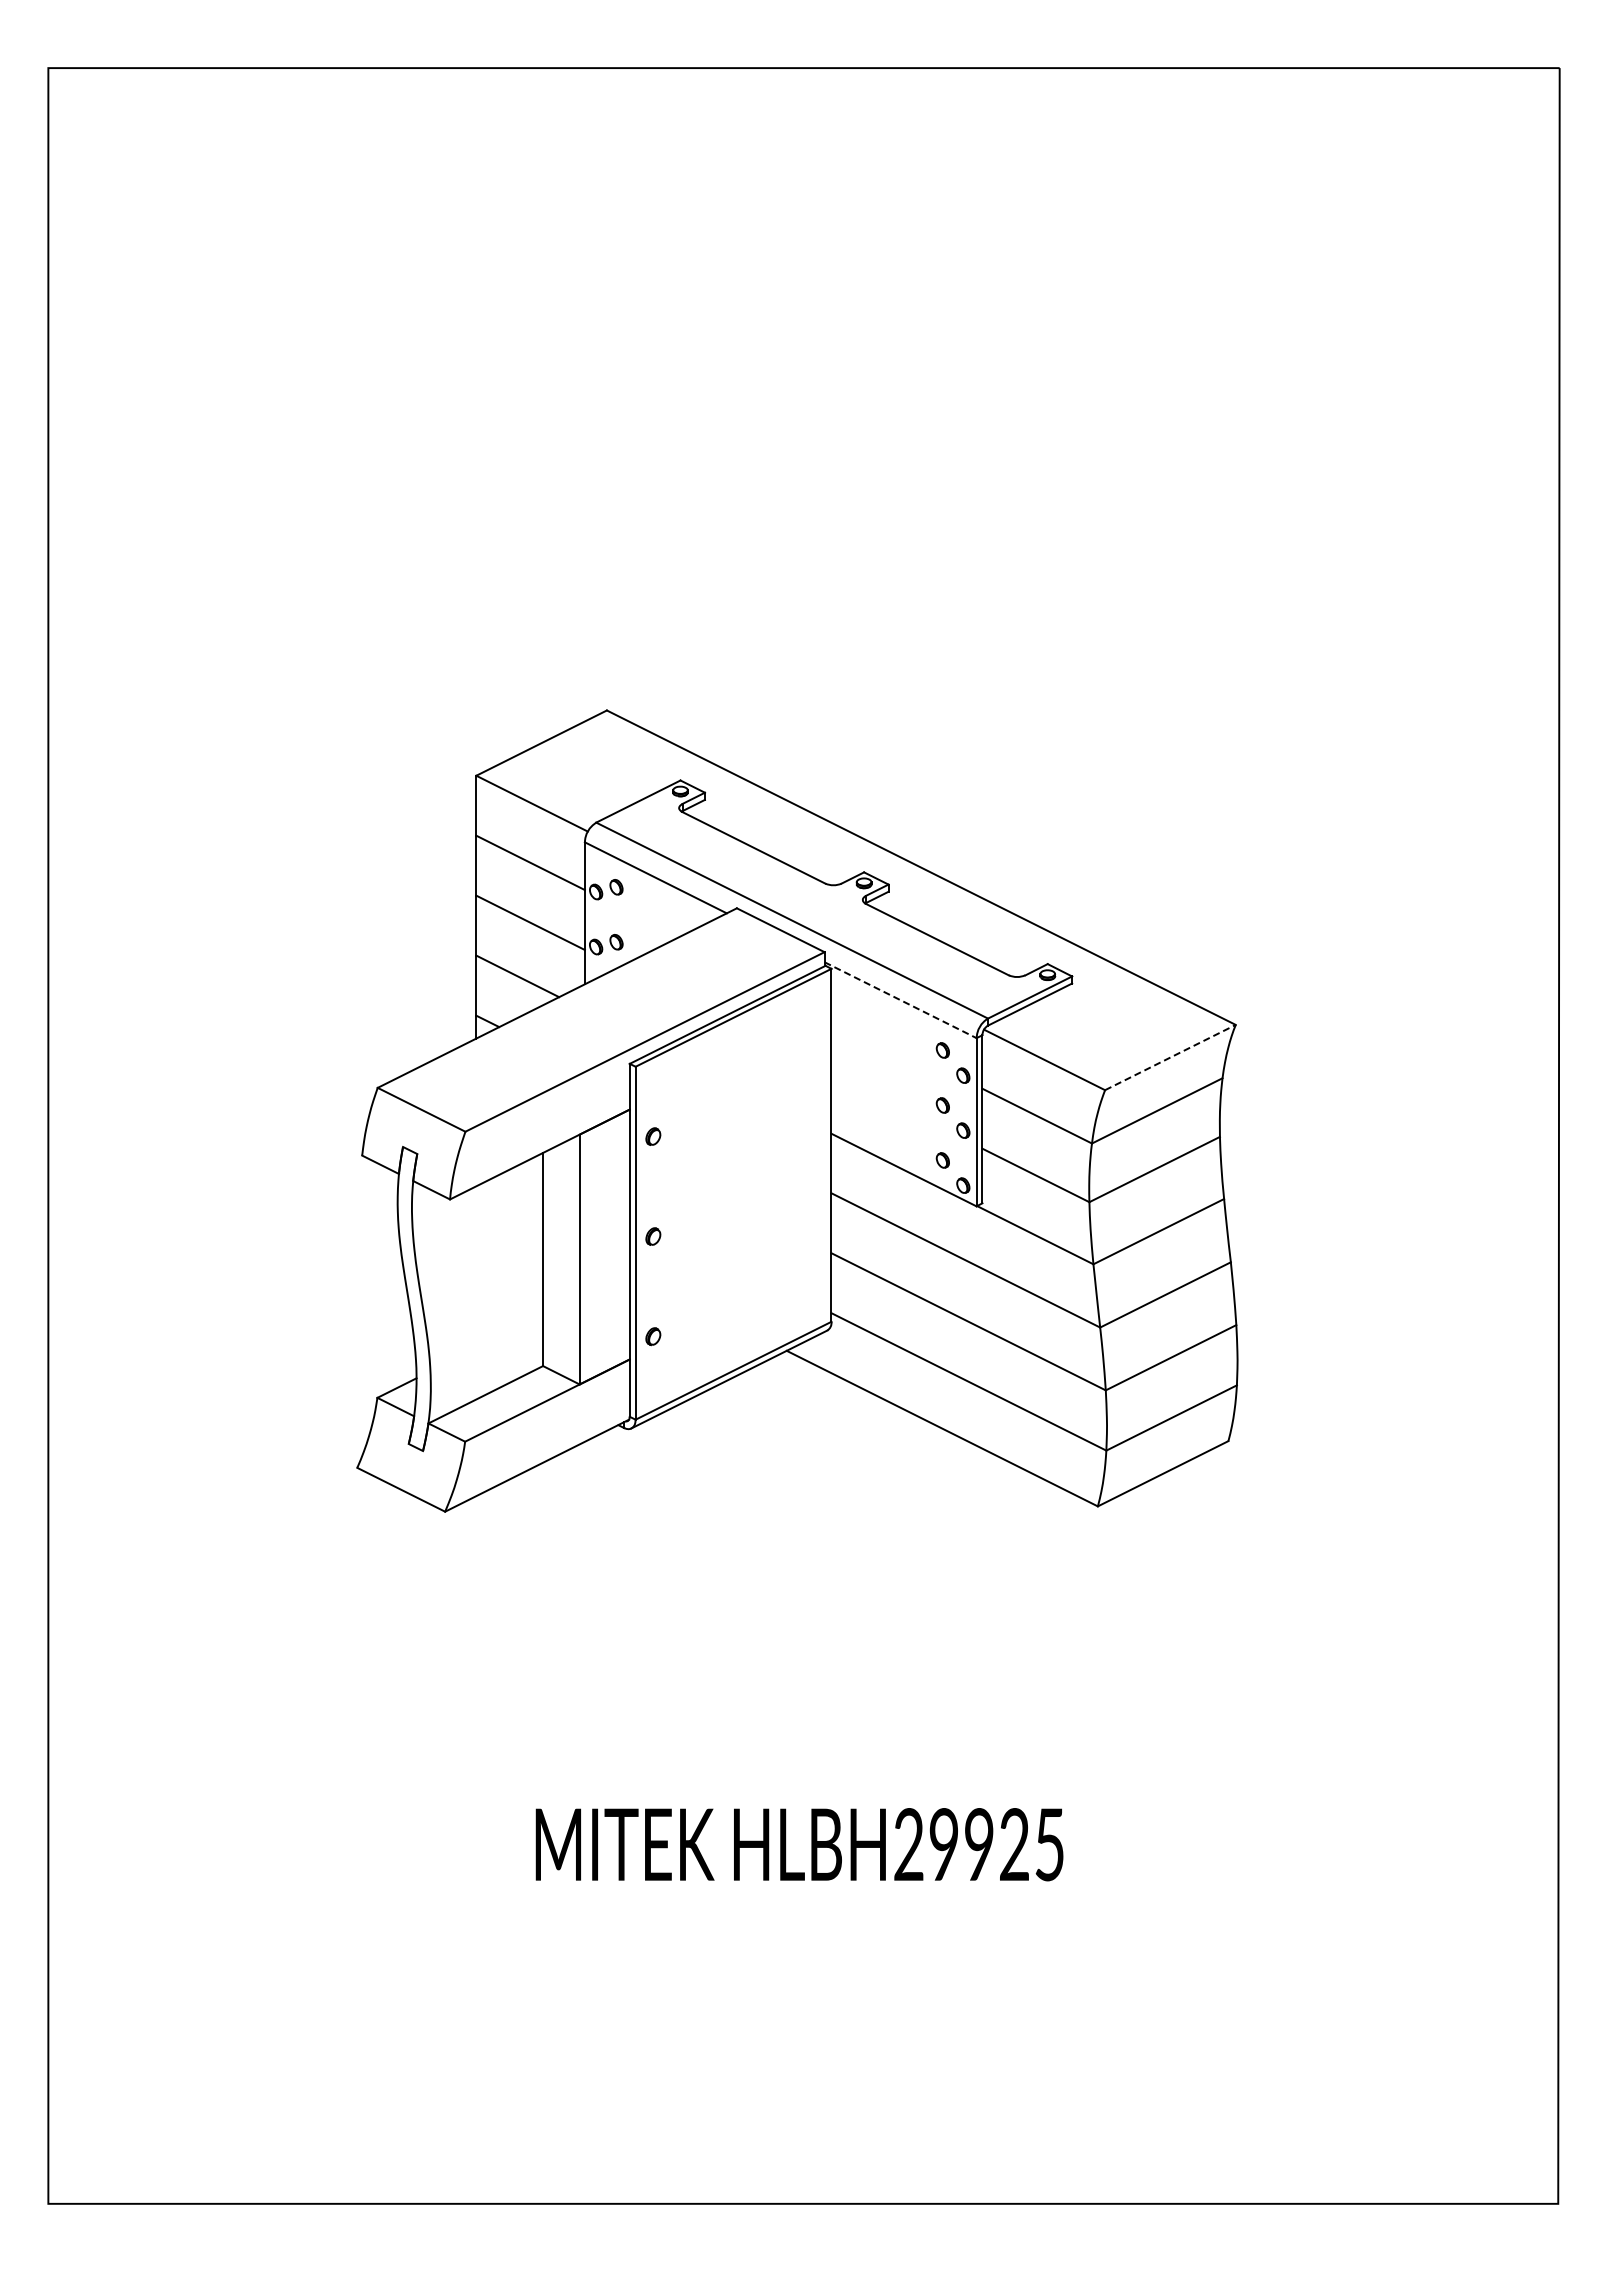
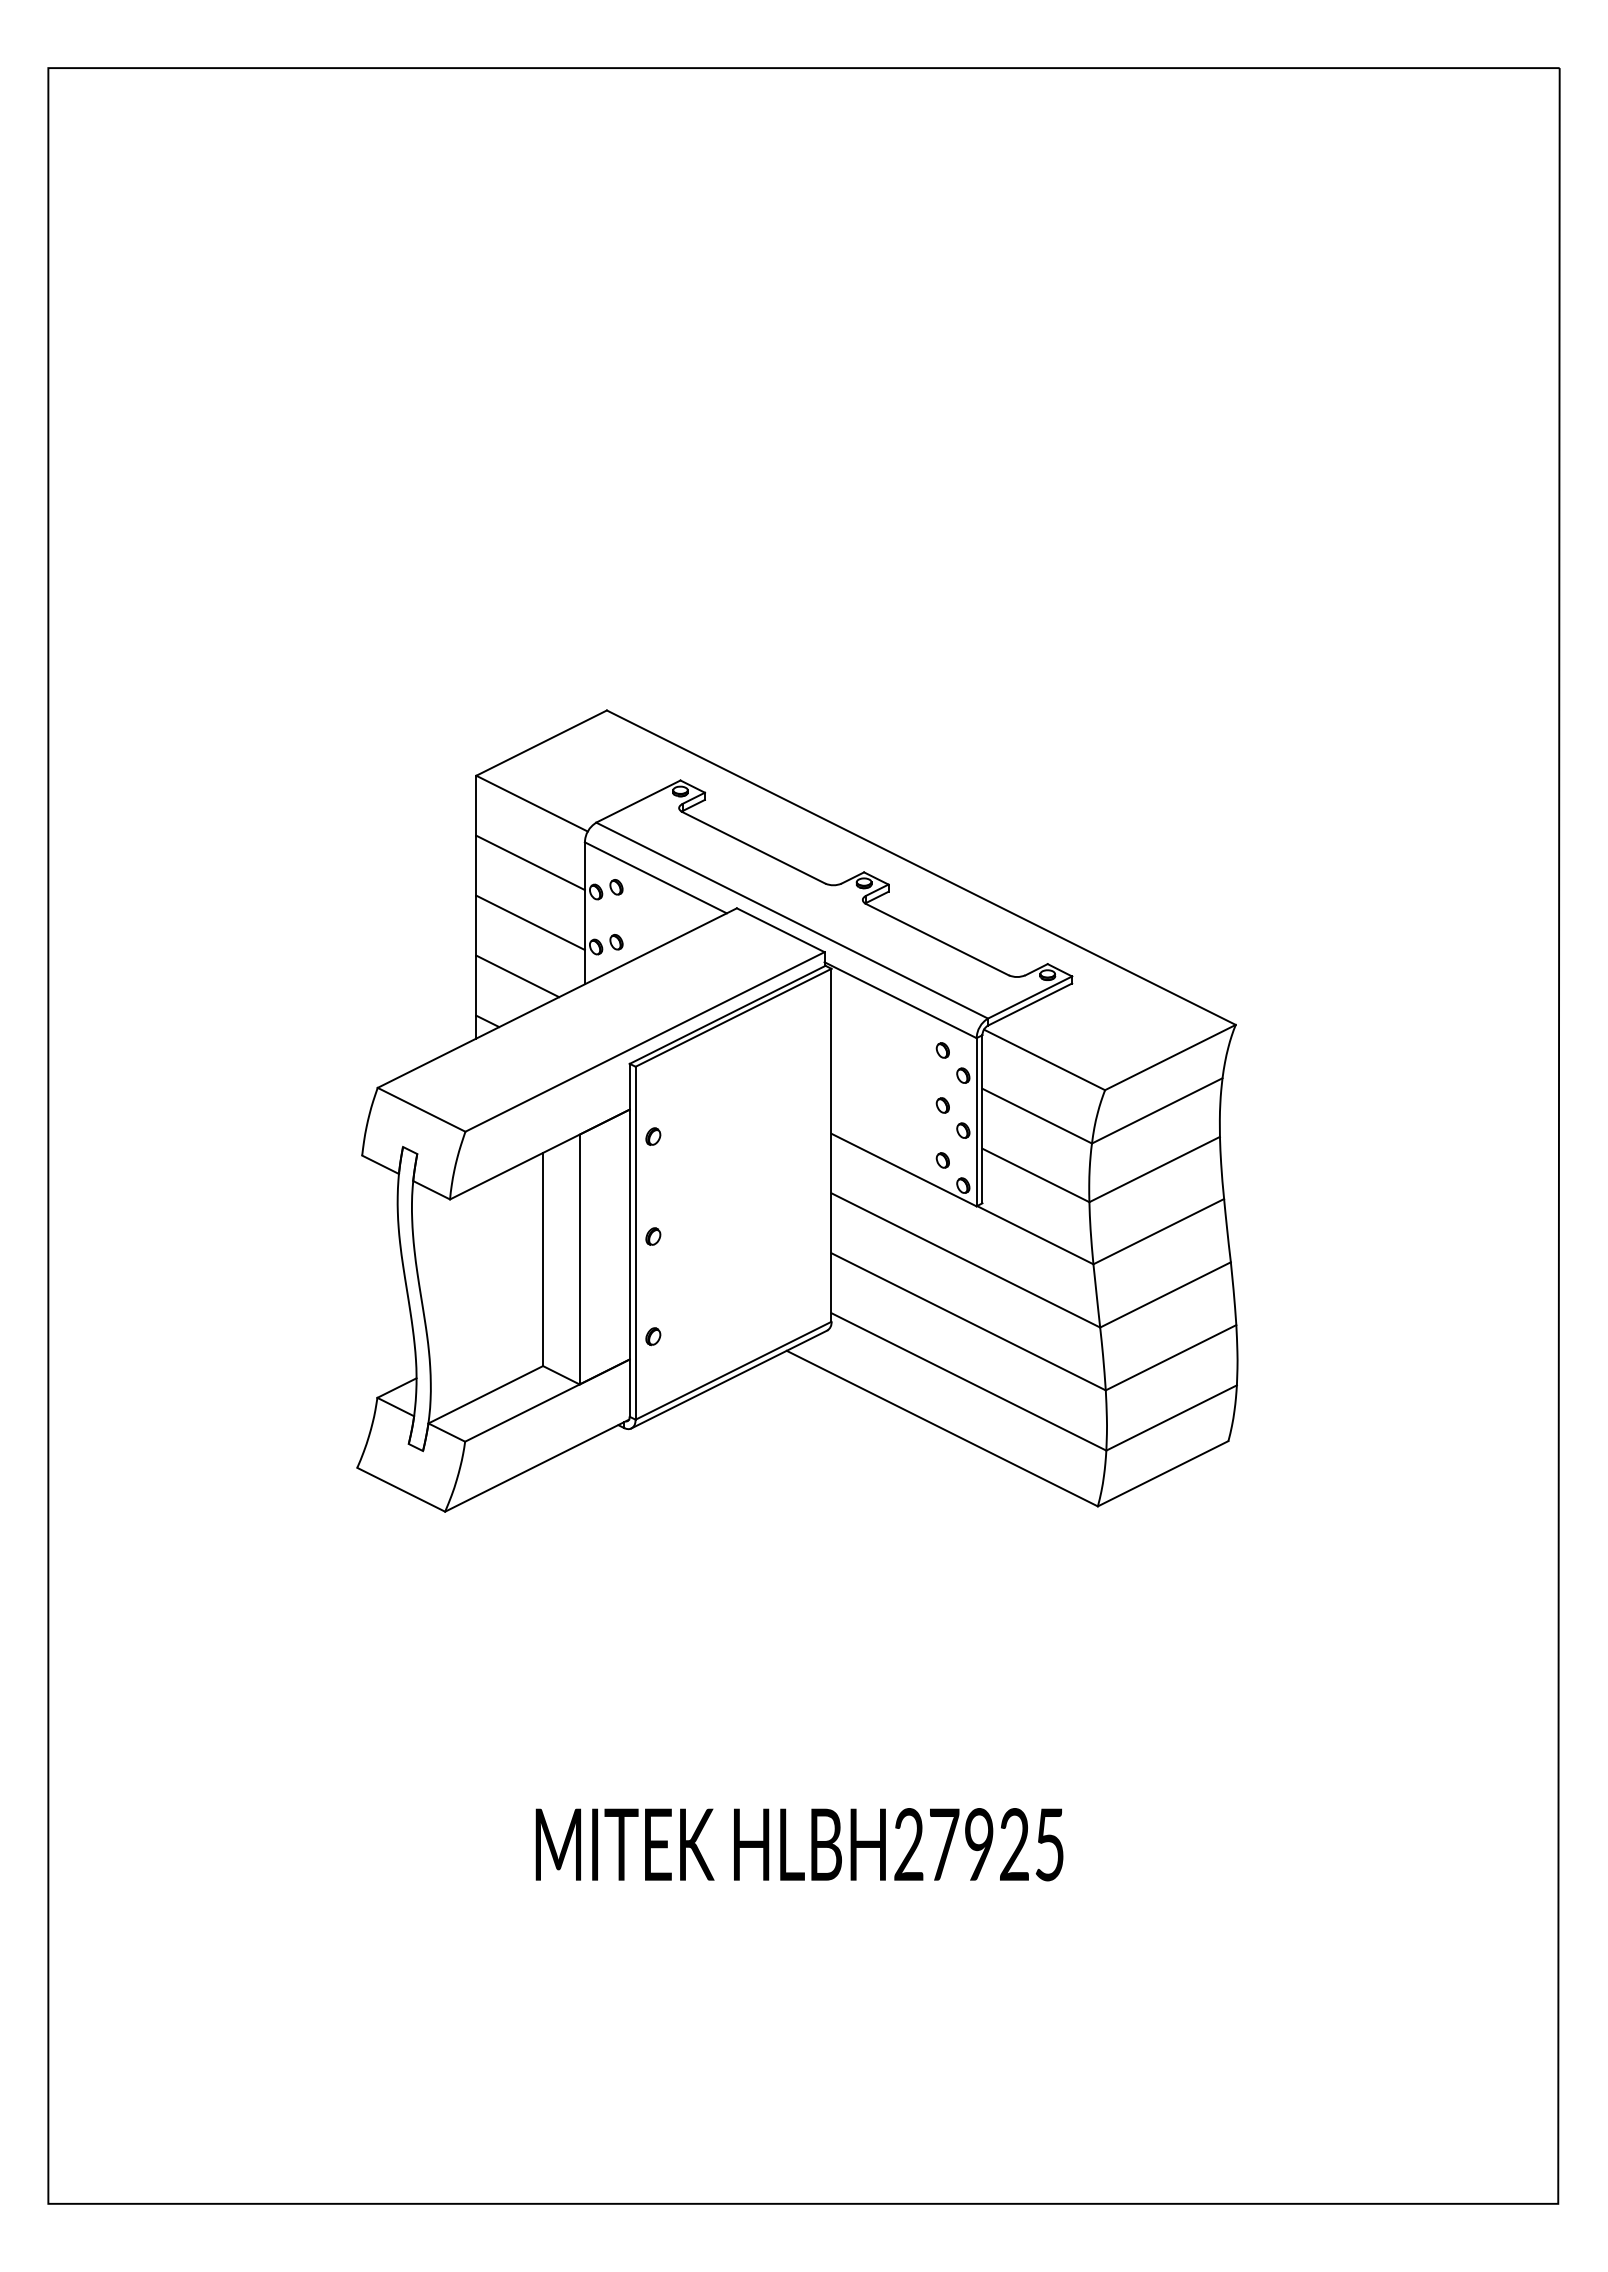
line at (900, 1000): dashed -> solid
line at (1170, 1057): dashed -> solid
text at (944, 1844): HLBH29925 -> HLBH27925
